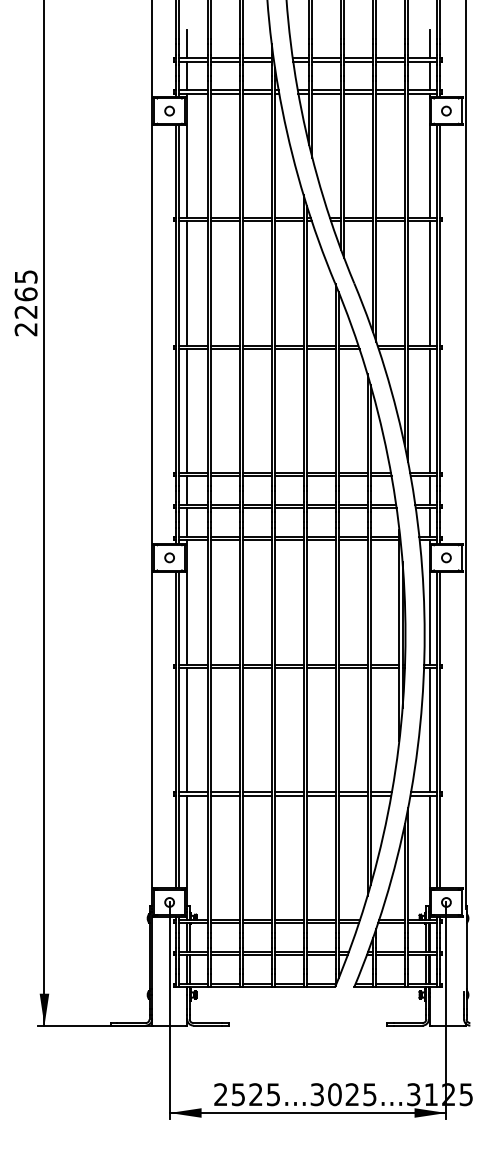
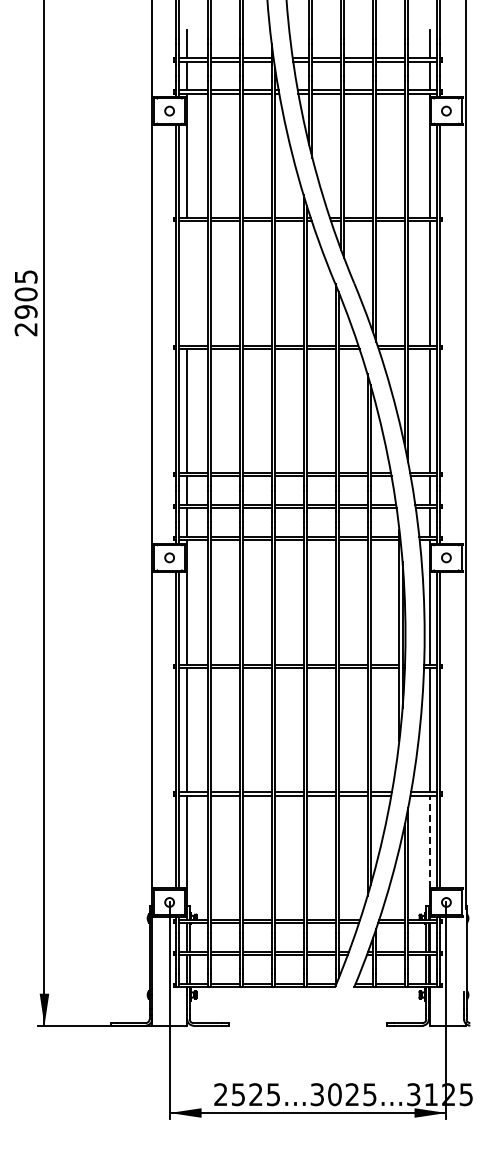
line at (187, 283): present -> none
text at (25, 302): 2265 -> 2905
line at (430, 841): solid -> dashed
